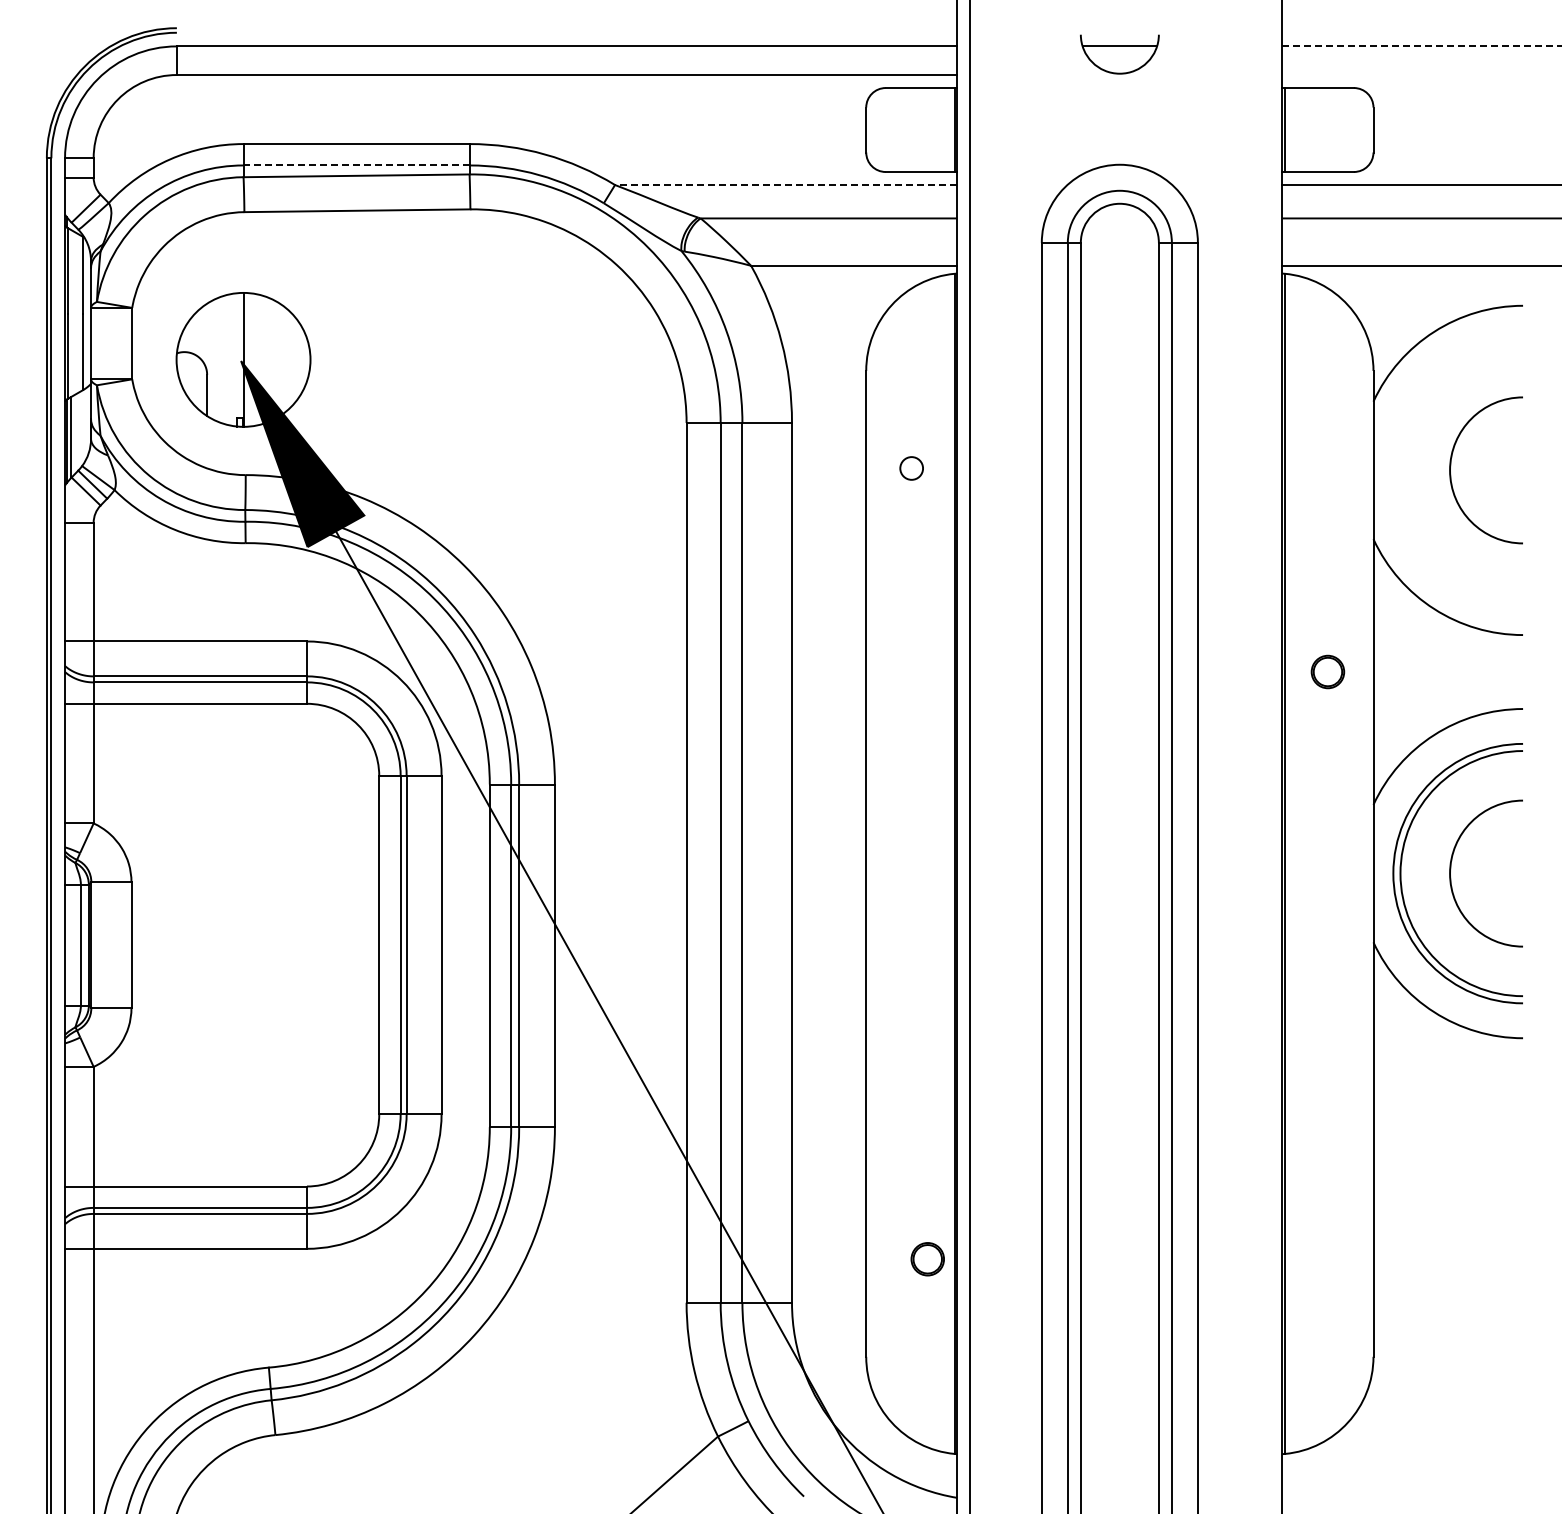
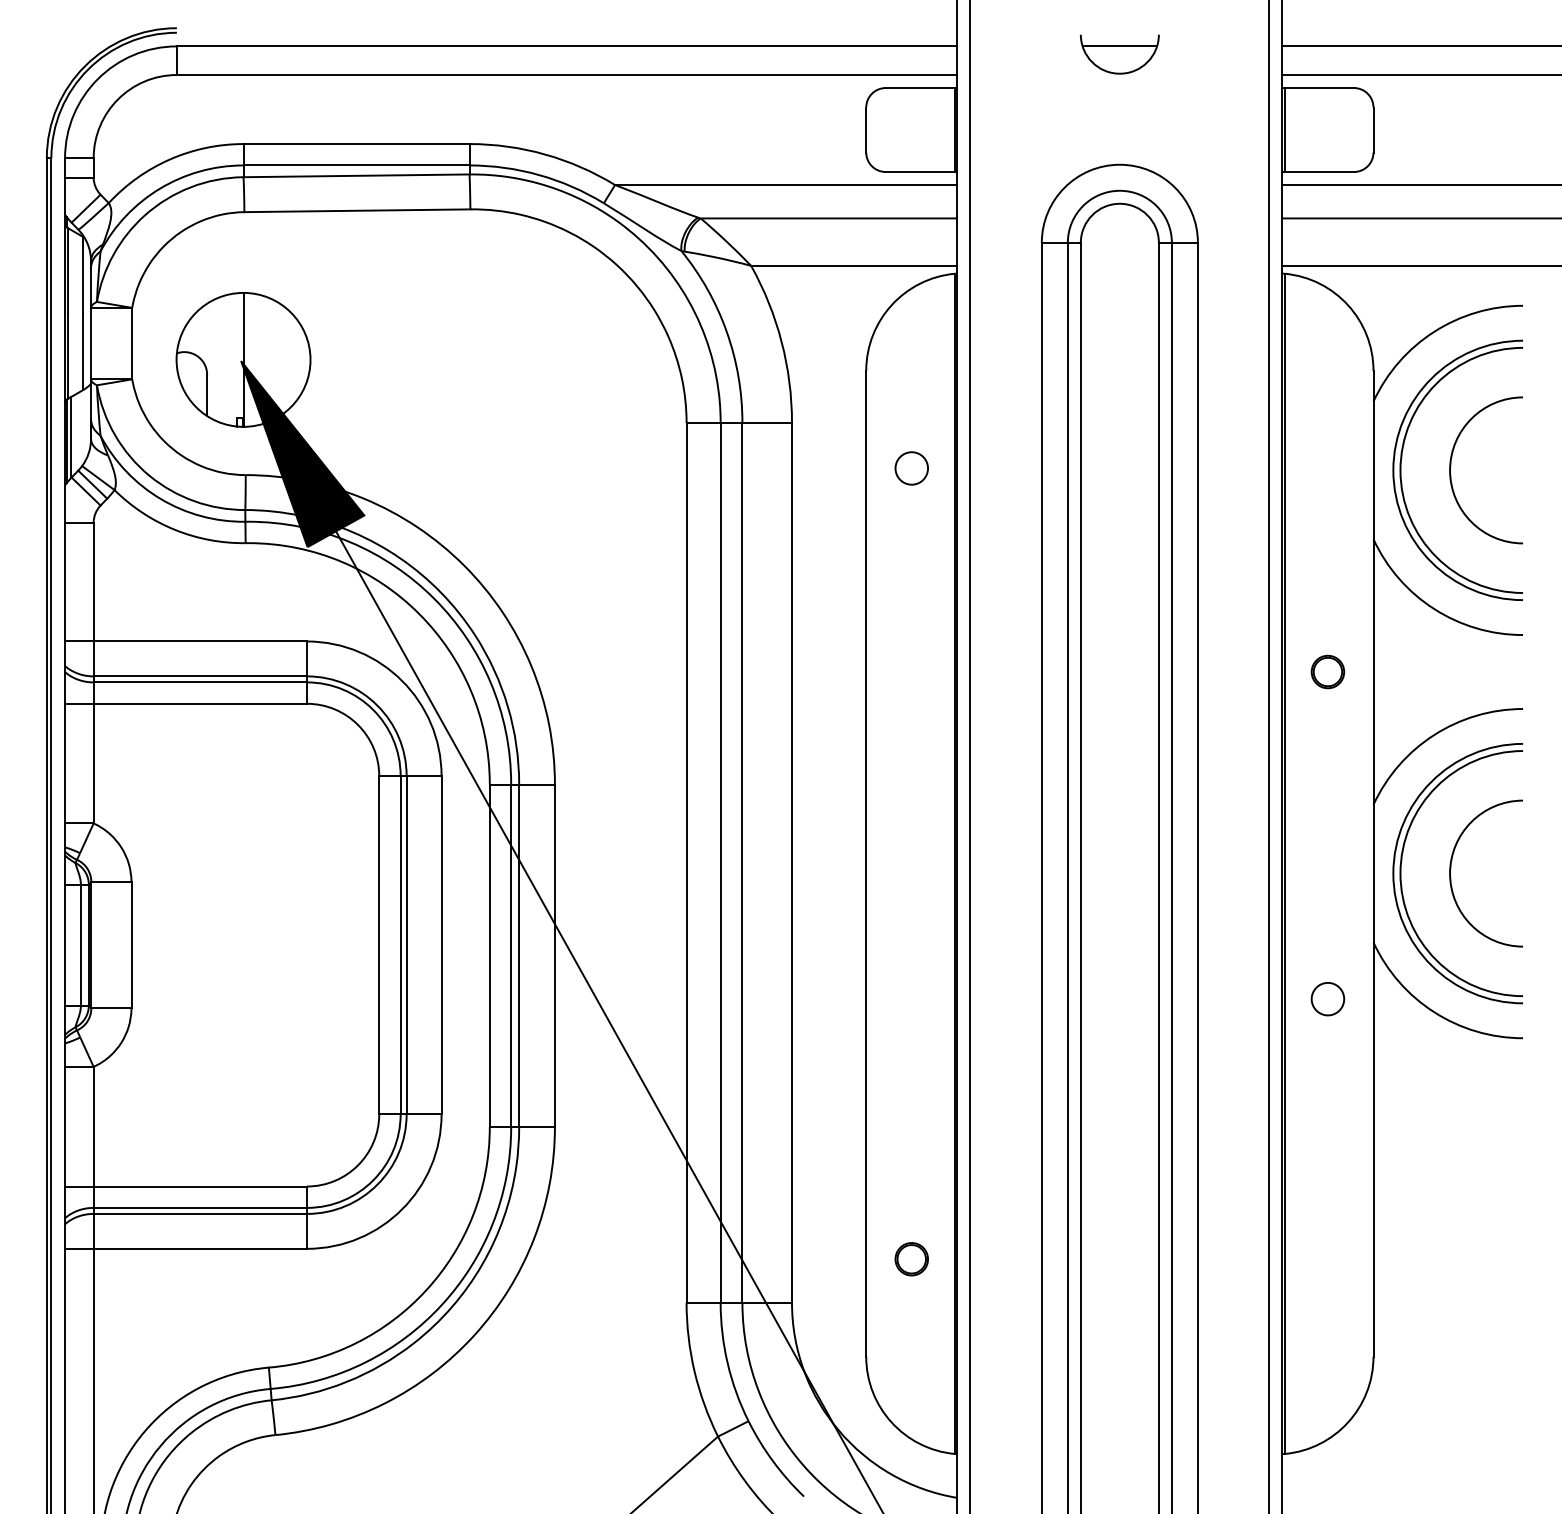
line at (1422, 46): dashed -> solid
line at (1420, 75): none -> present
line at (356, 165): dashed -> solid
line at (785, 185): dashed -> solid
circle at (911, 468) size: 25x25 px -> 35x35 px
part at (1401, 469): none -> present
line at (1269, 756): none -> present
circle at (1327, 999): none -> present
part at (927, 1259) position: (927, 1259) -> (911, 1259)
